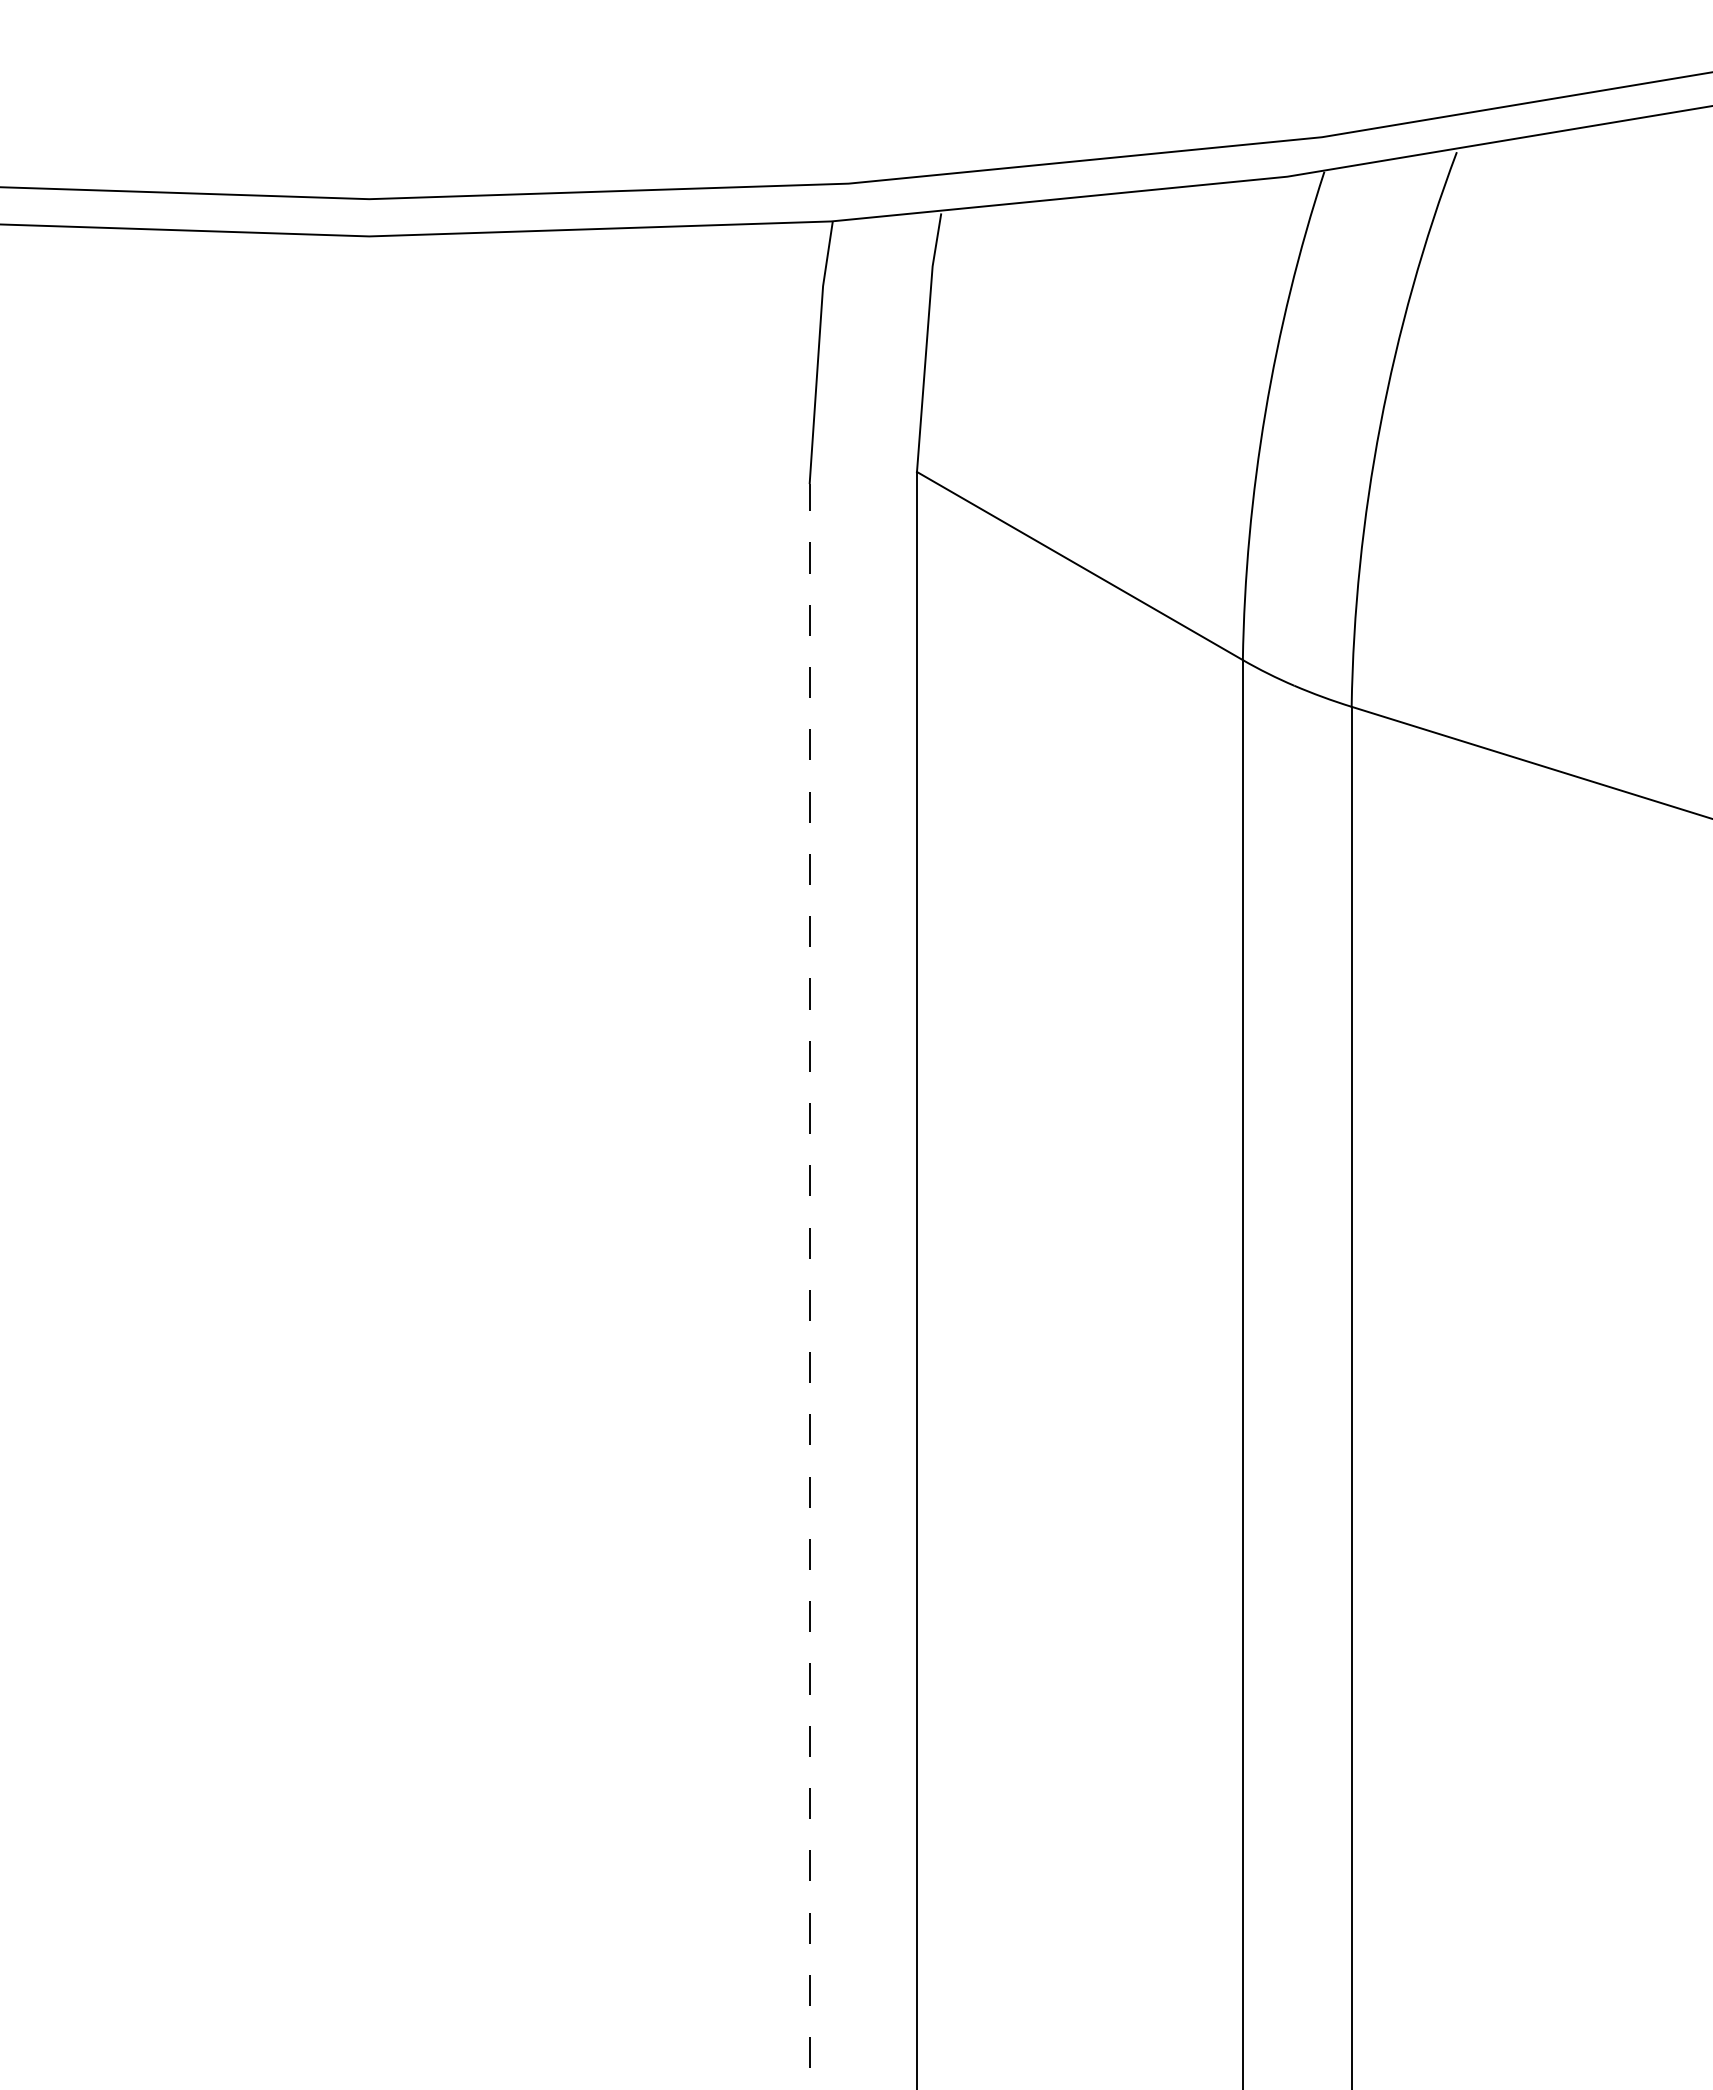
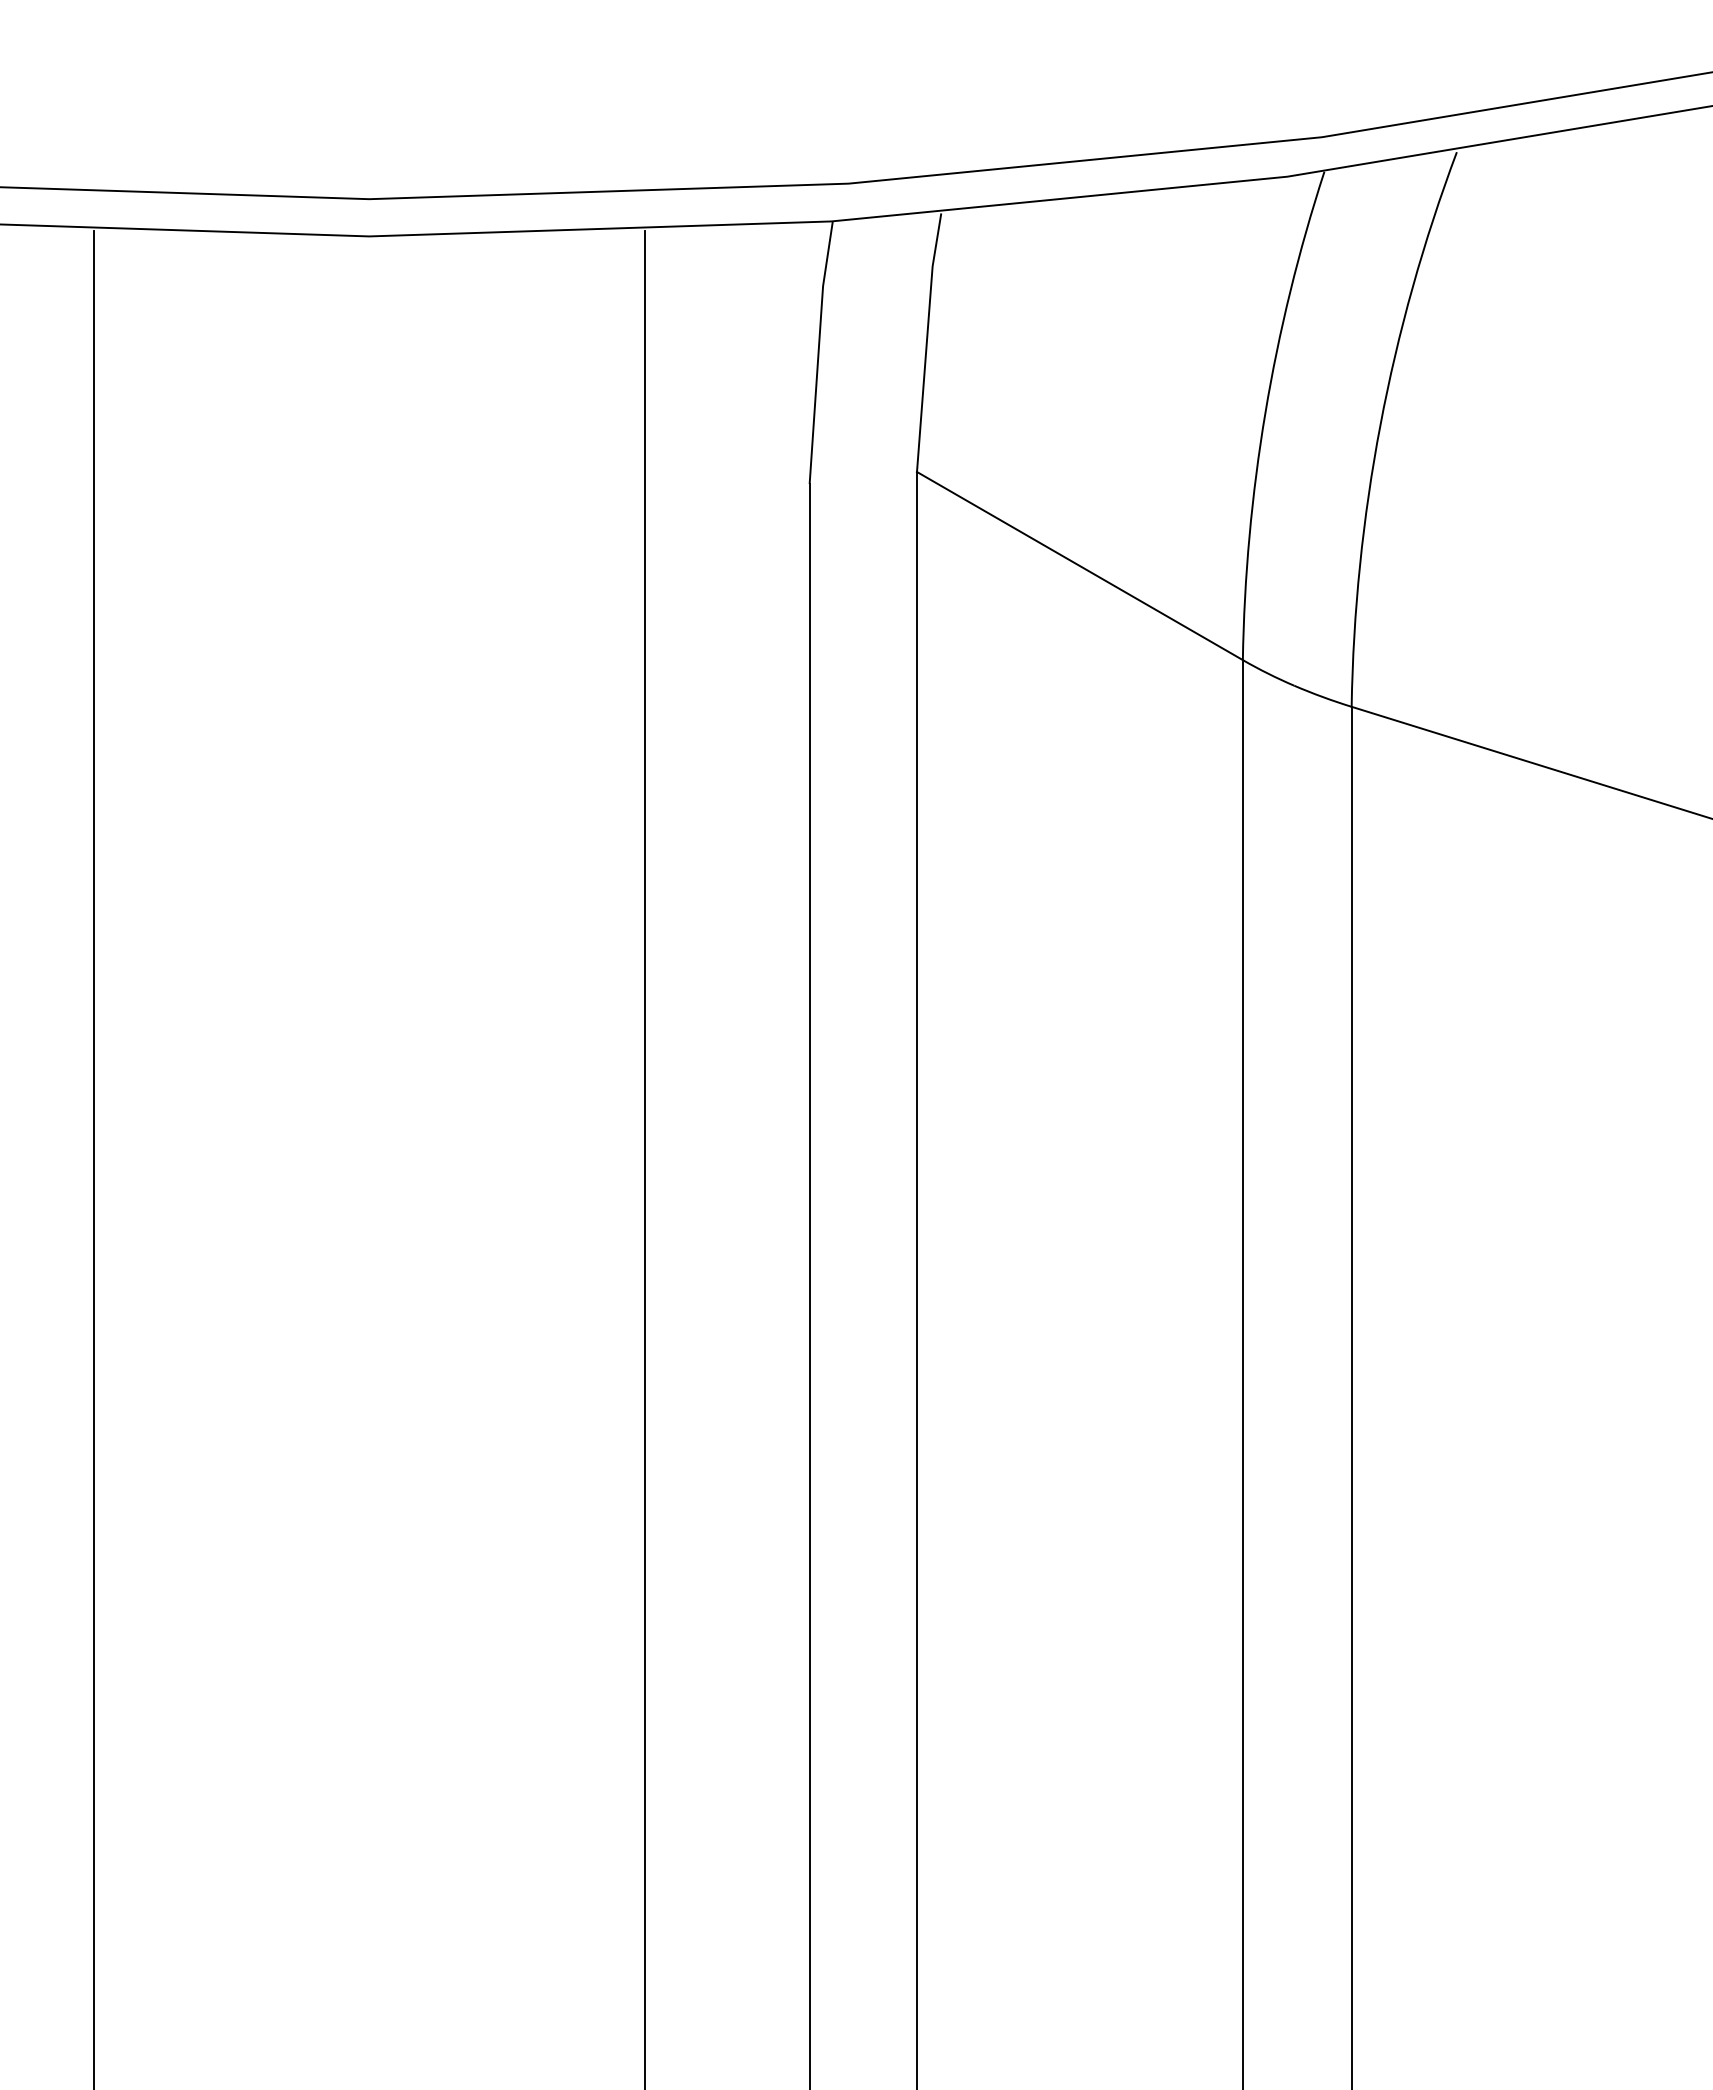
line at (94, 1158): none -> present
line at (644, 1158): none -> present
line at (809, 1286): dashed -> solid
